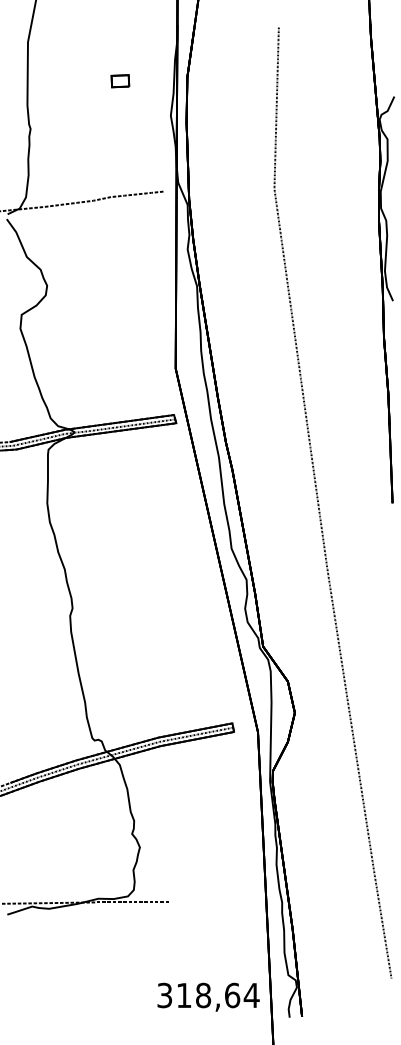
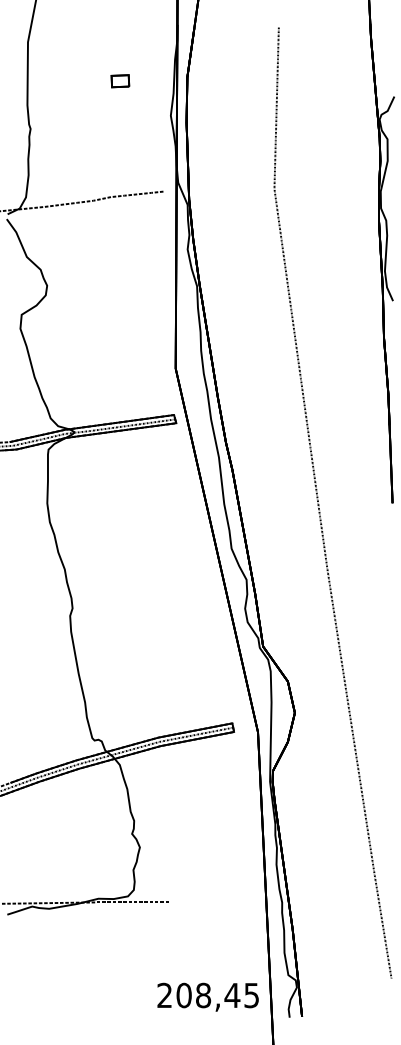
text at (208, 995): 318,64 -> 208,45
